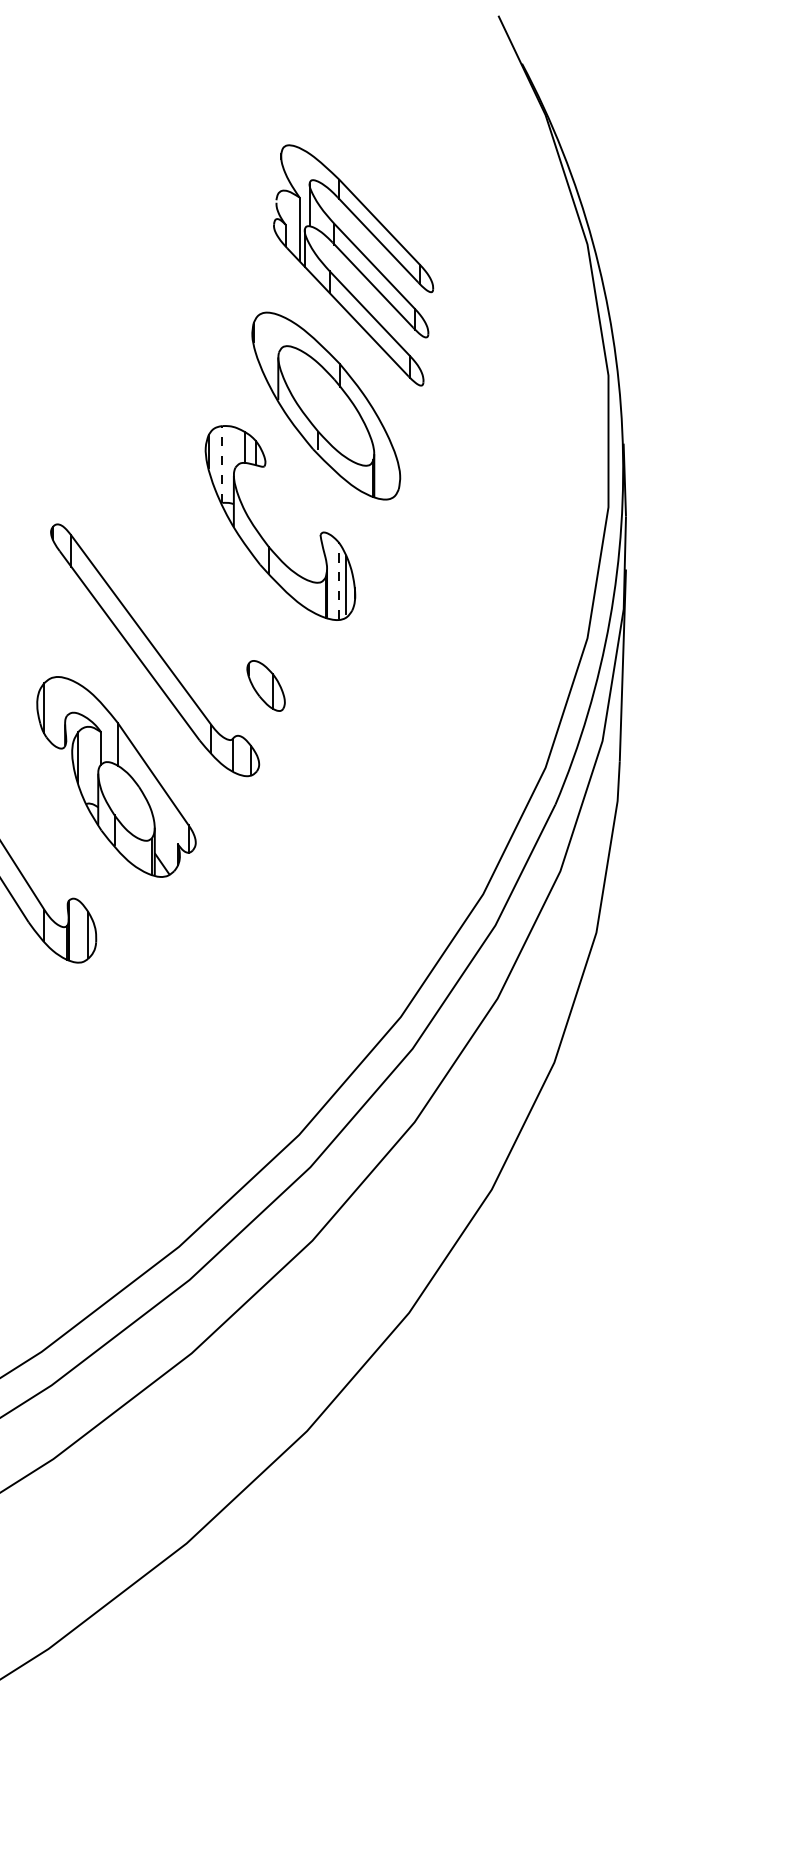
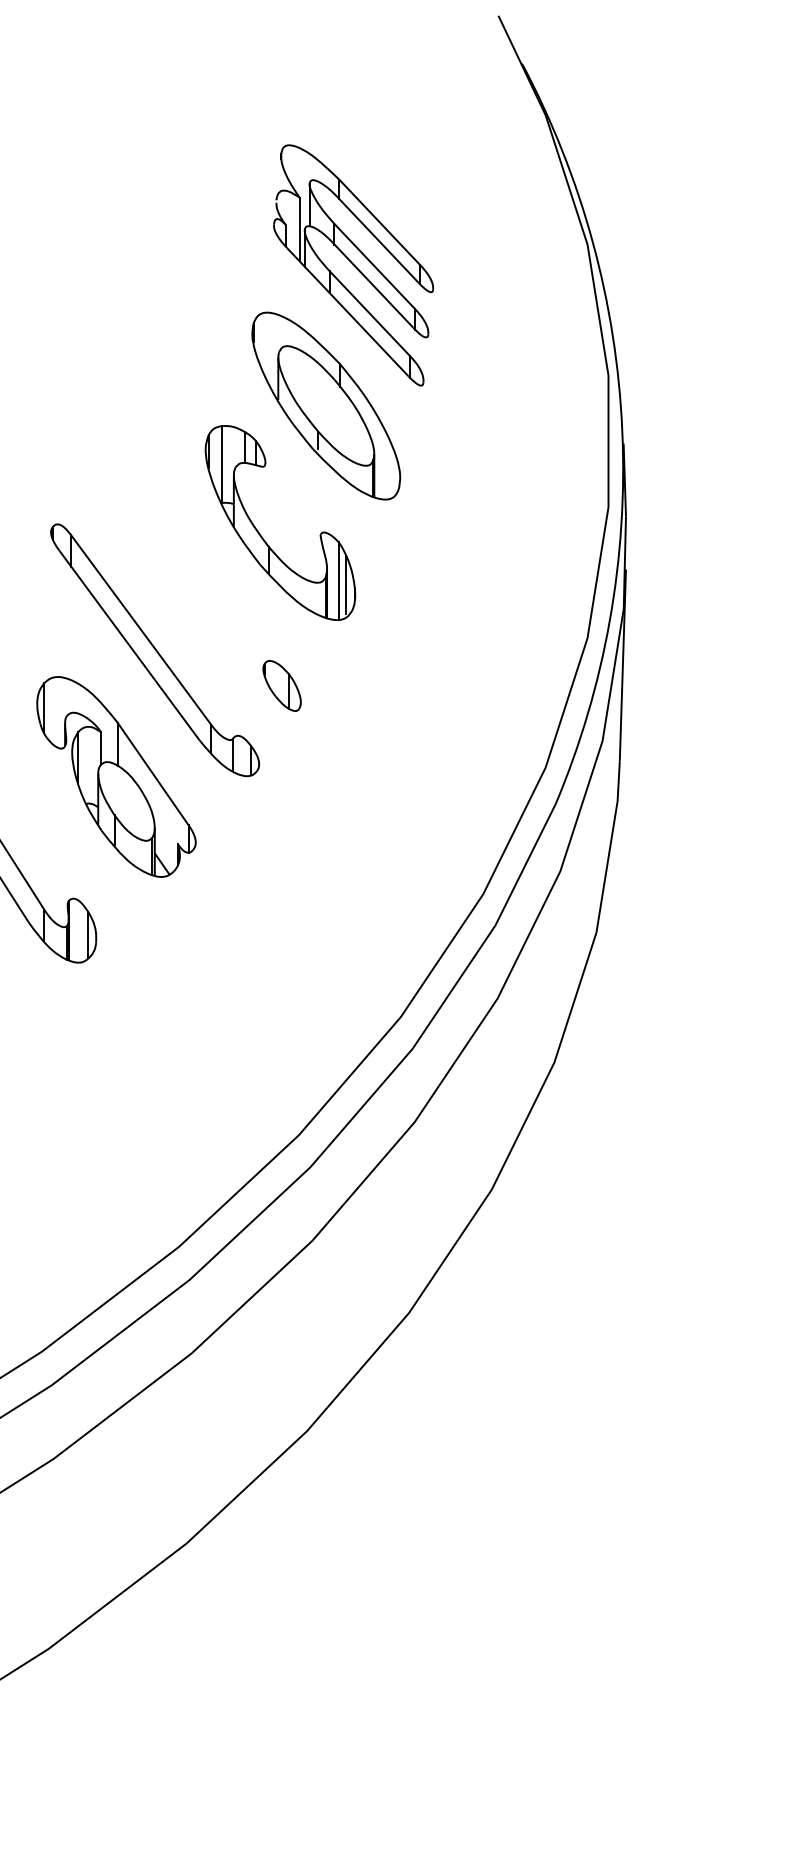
line at (222, 464): dashed -> solid
line at (338, 580): dashed -> solid
part at (265, 685) position: (265, 685) -> (281, 685)
